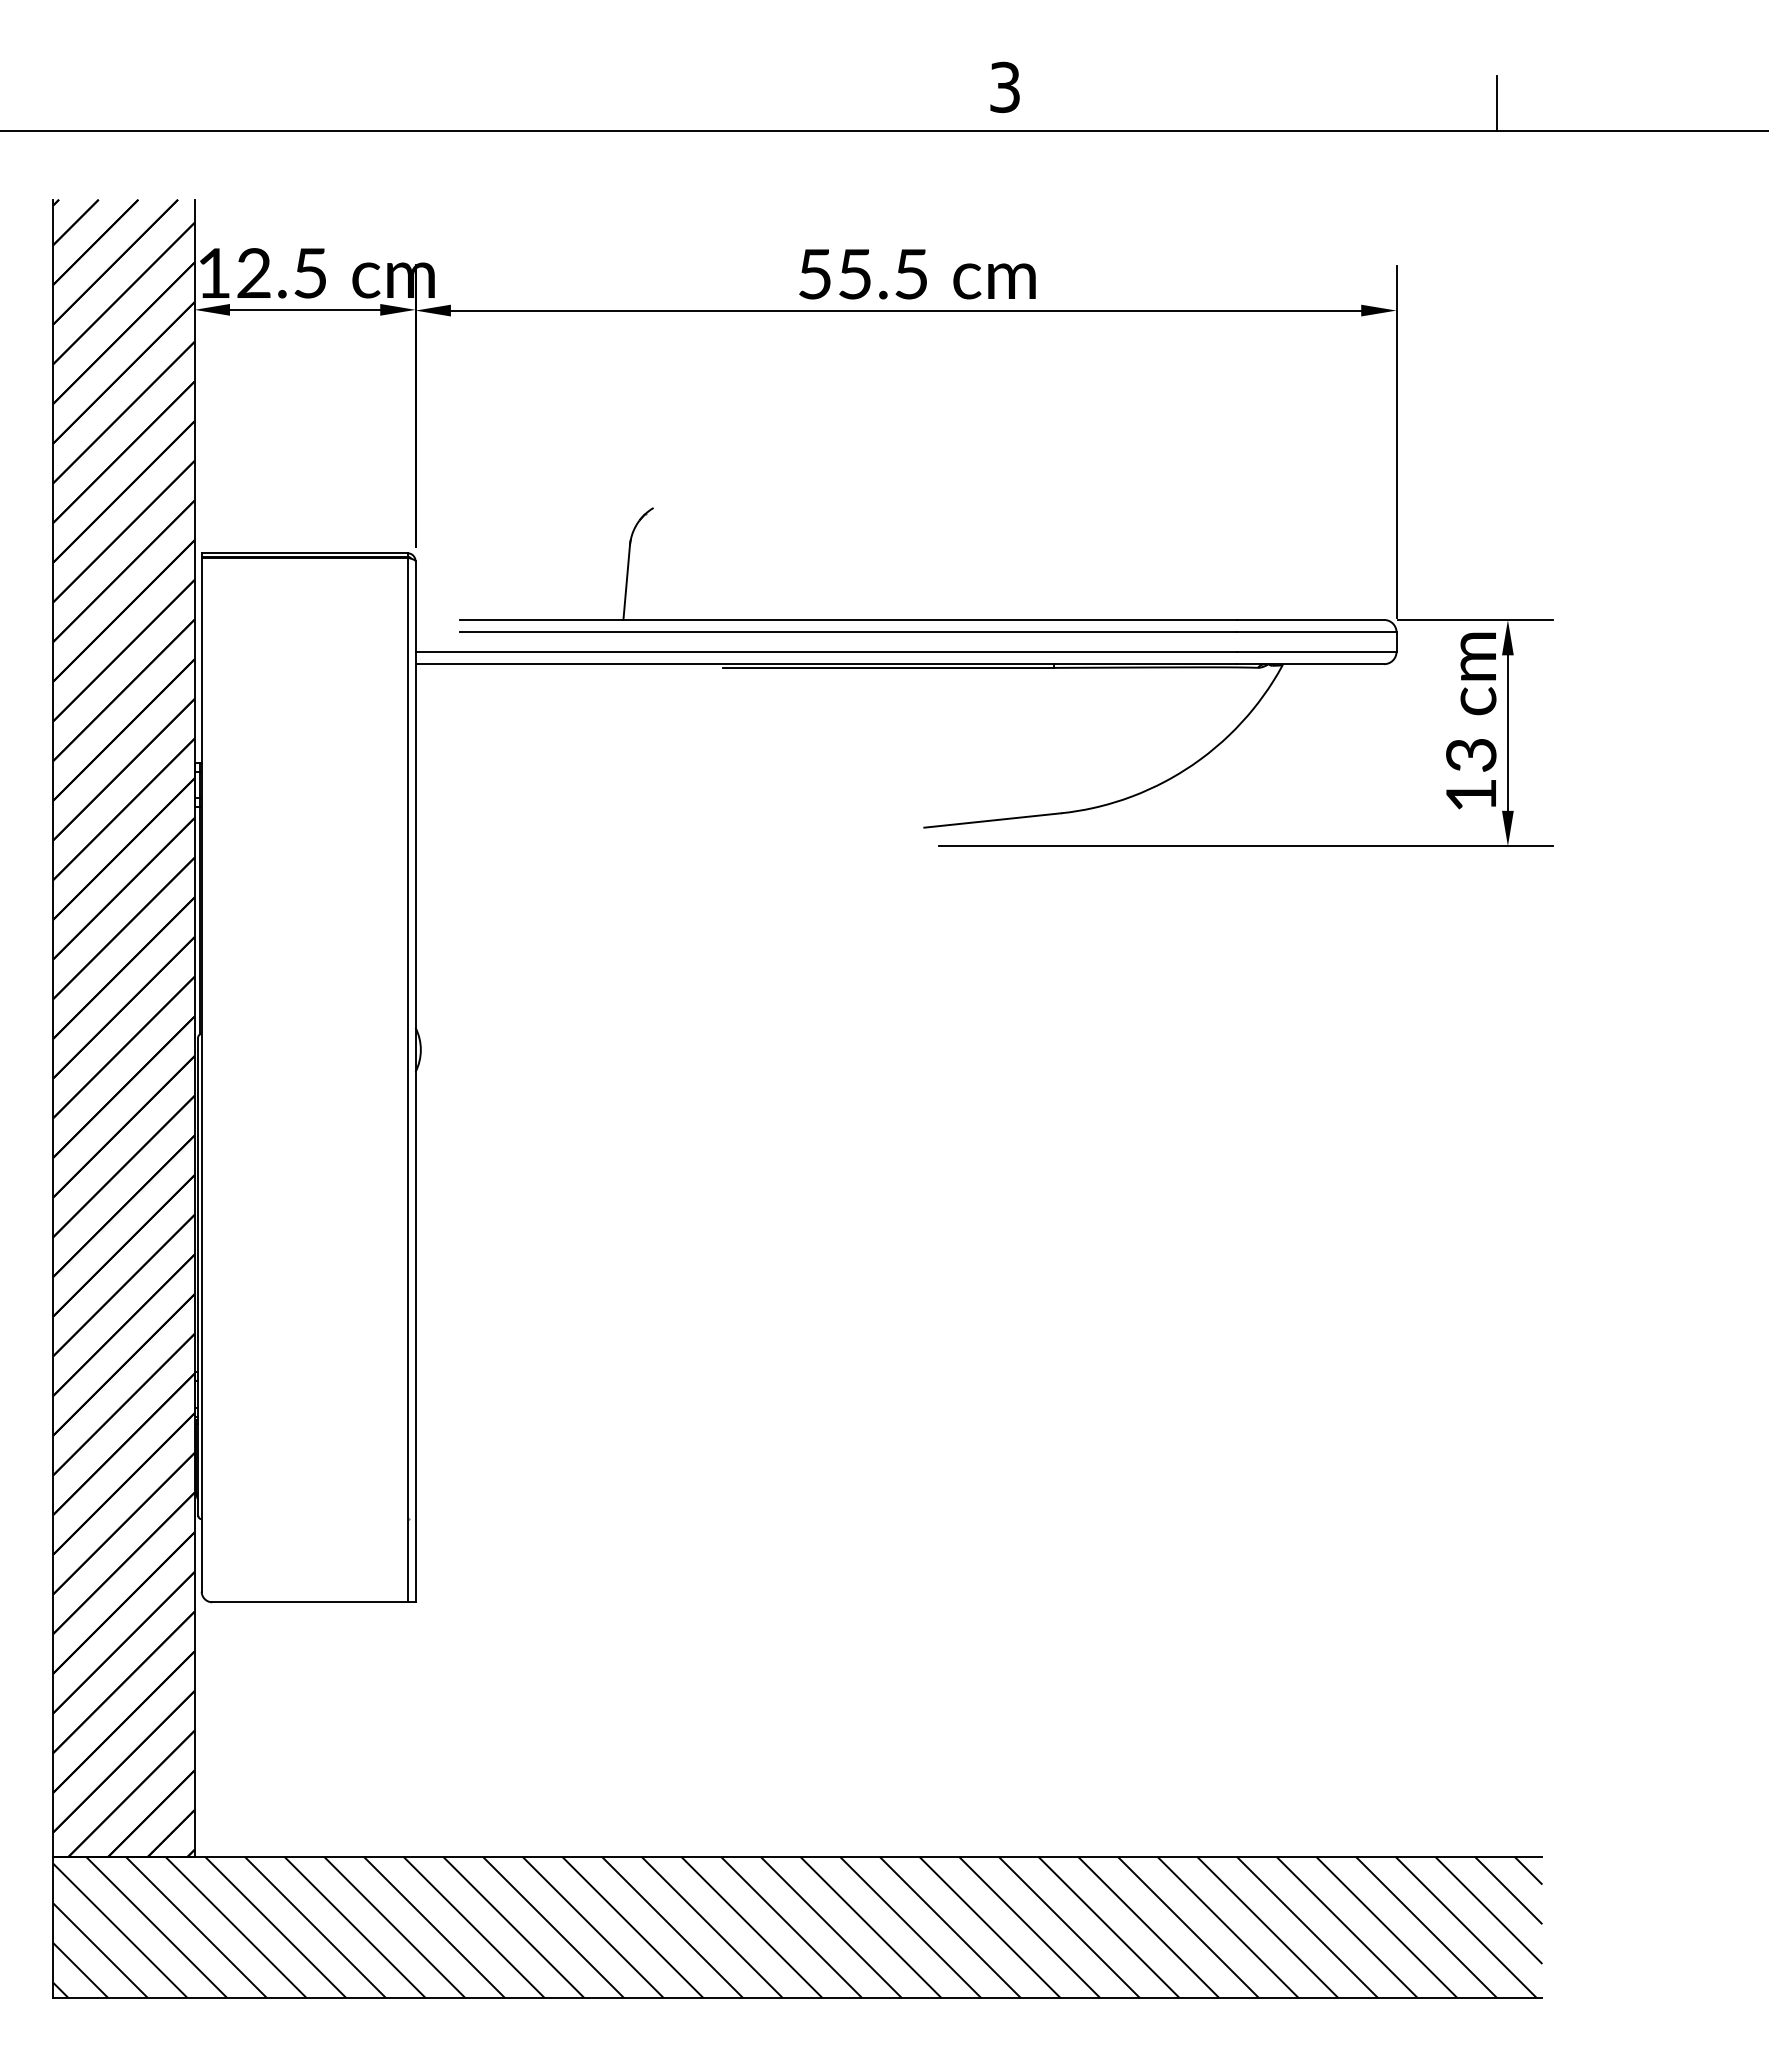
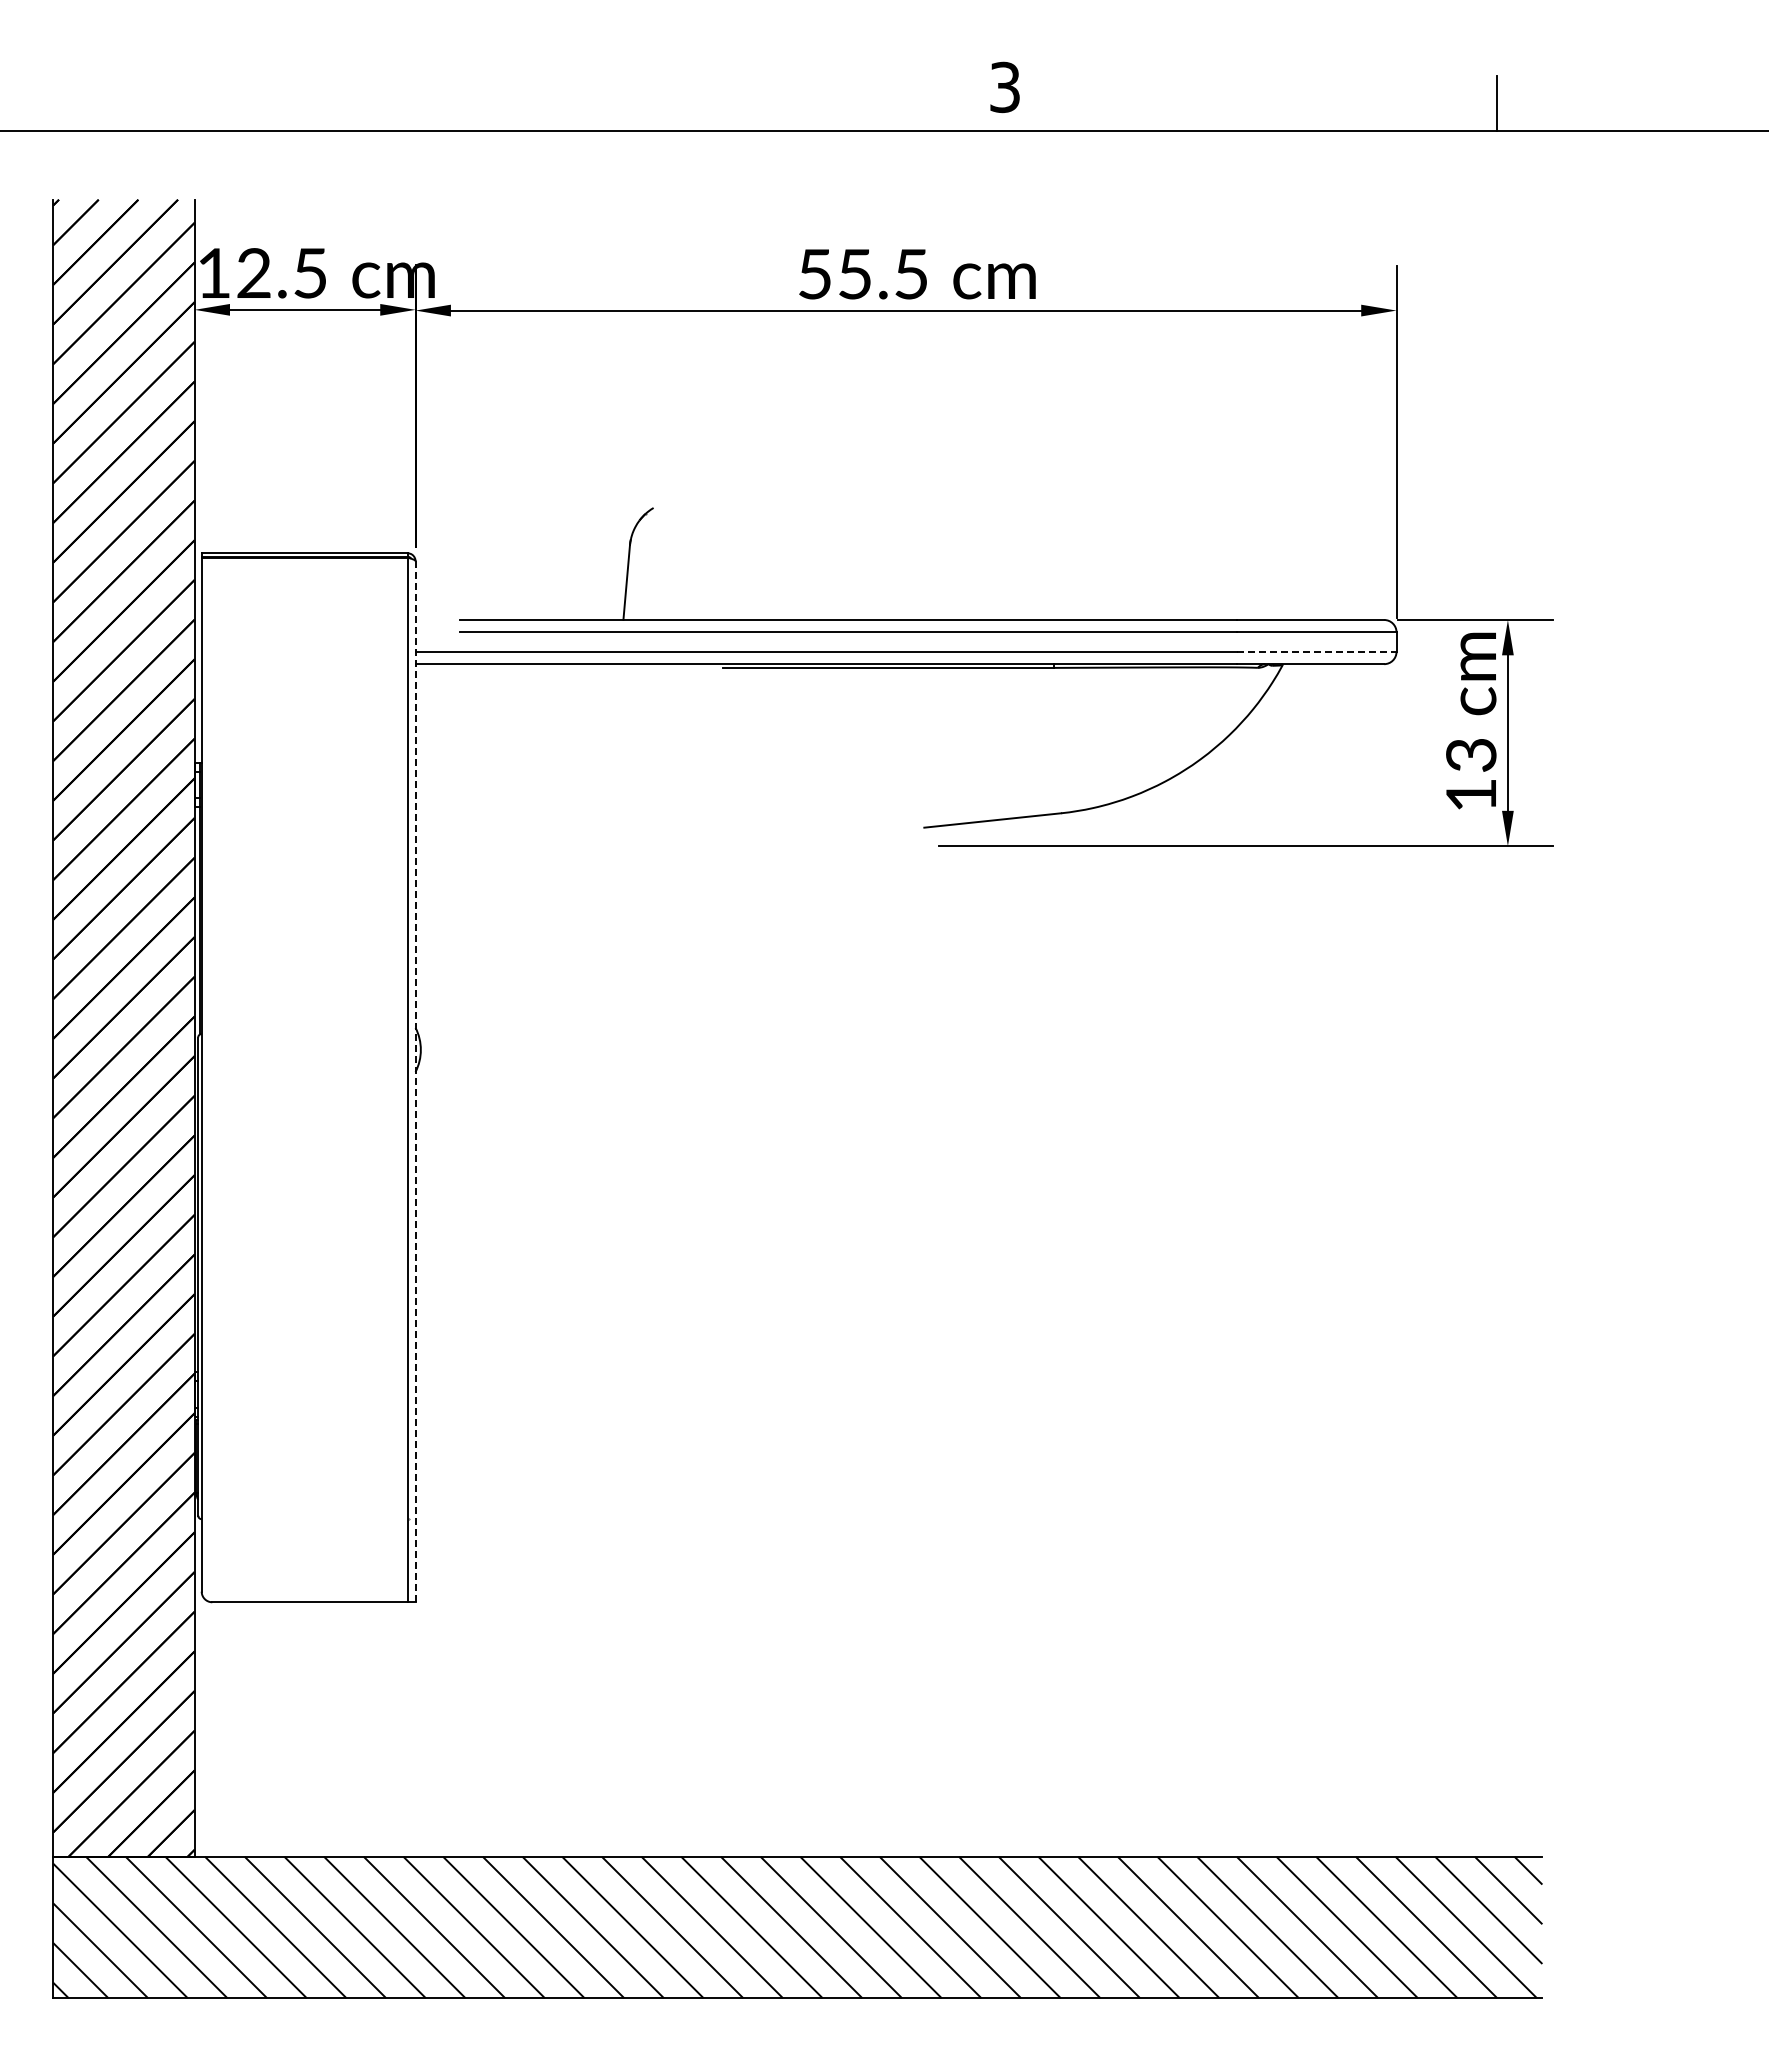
line at (1317, 651): solid -> dashed
line at (415, 1081): solid -> dashed
